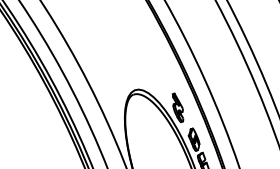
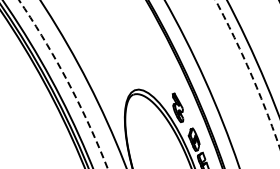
arc at (250, 72): solid -> dashed
circle at (63, 84): solid -> dashed
